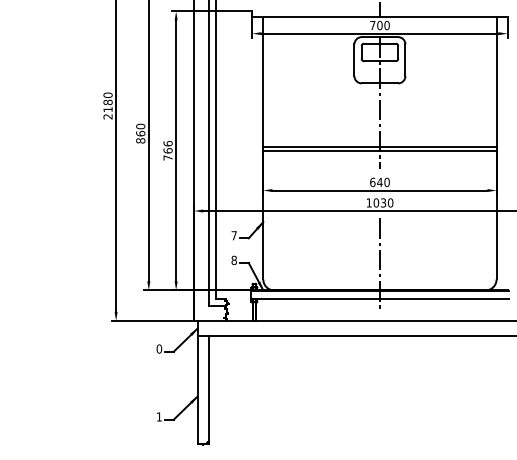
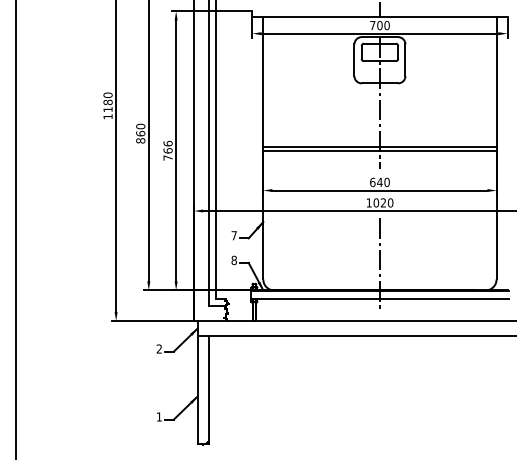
text at (107, 116): 2180 -> 1180
text at (383, 203): 1030 -> 1020
line at (15, 229): none -> present
text at (159, 348): 0 -> 2
